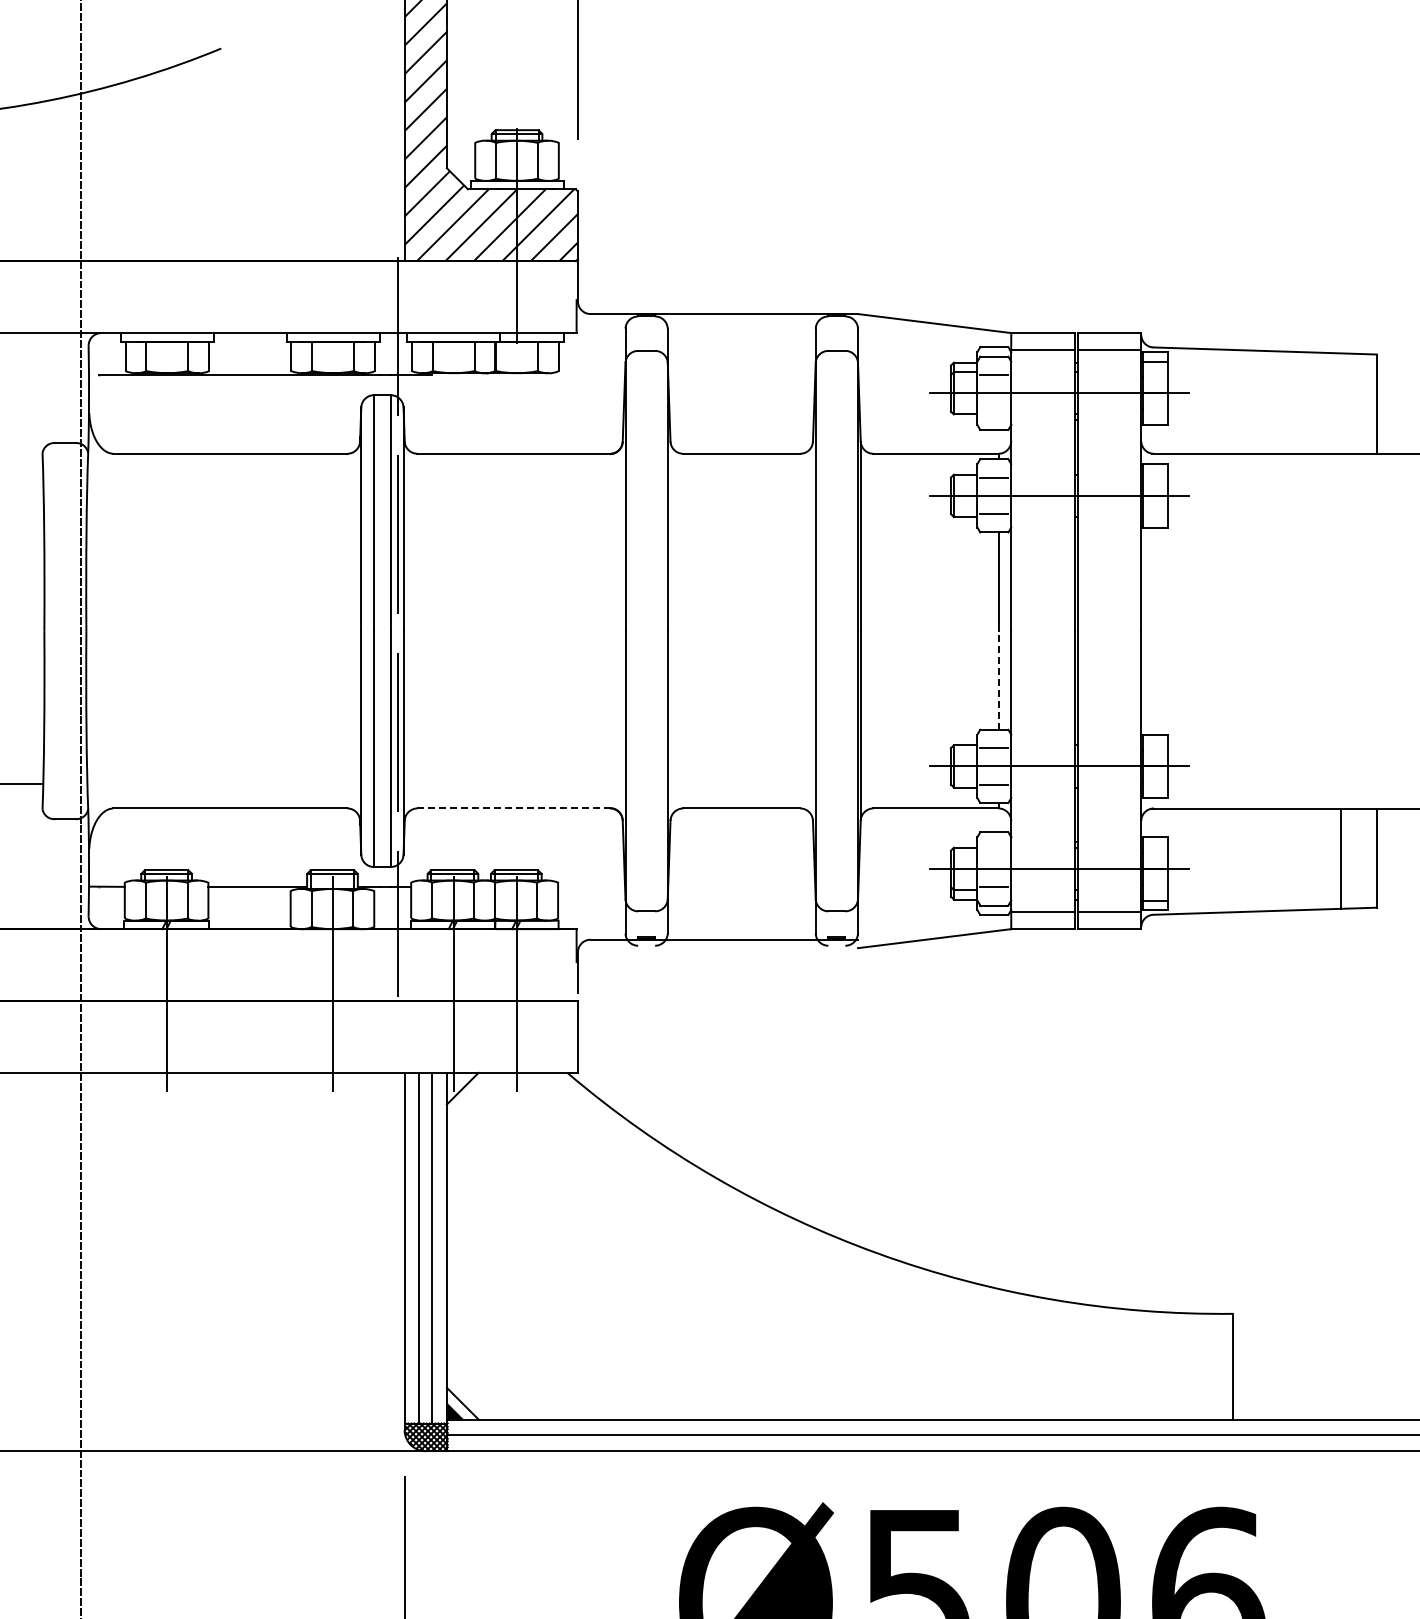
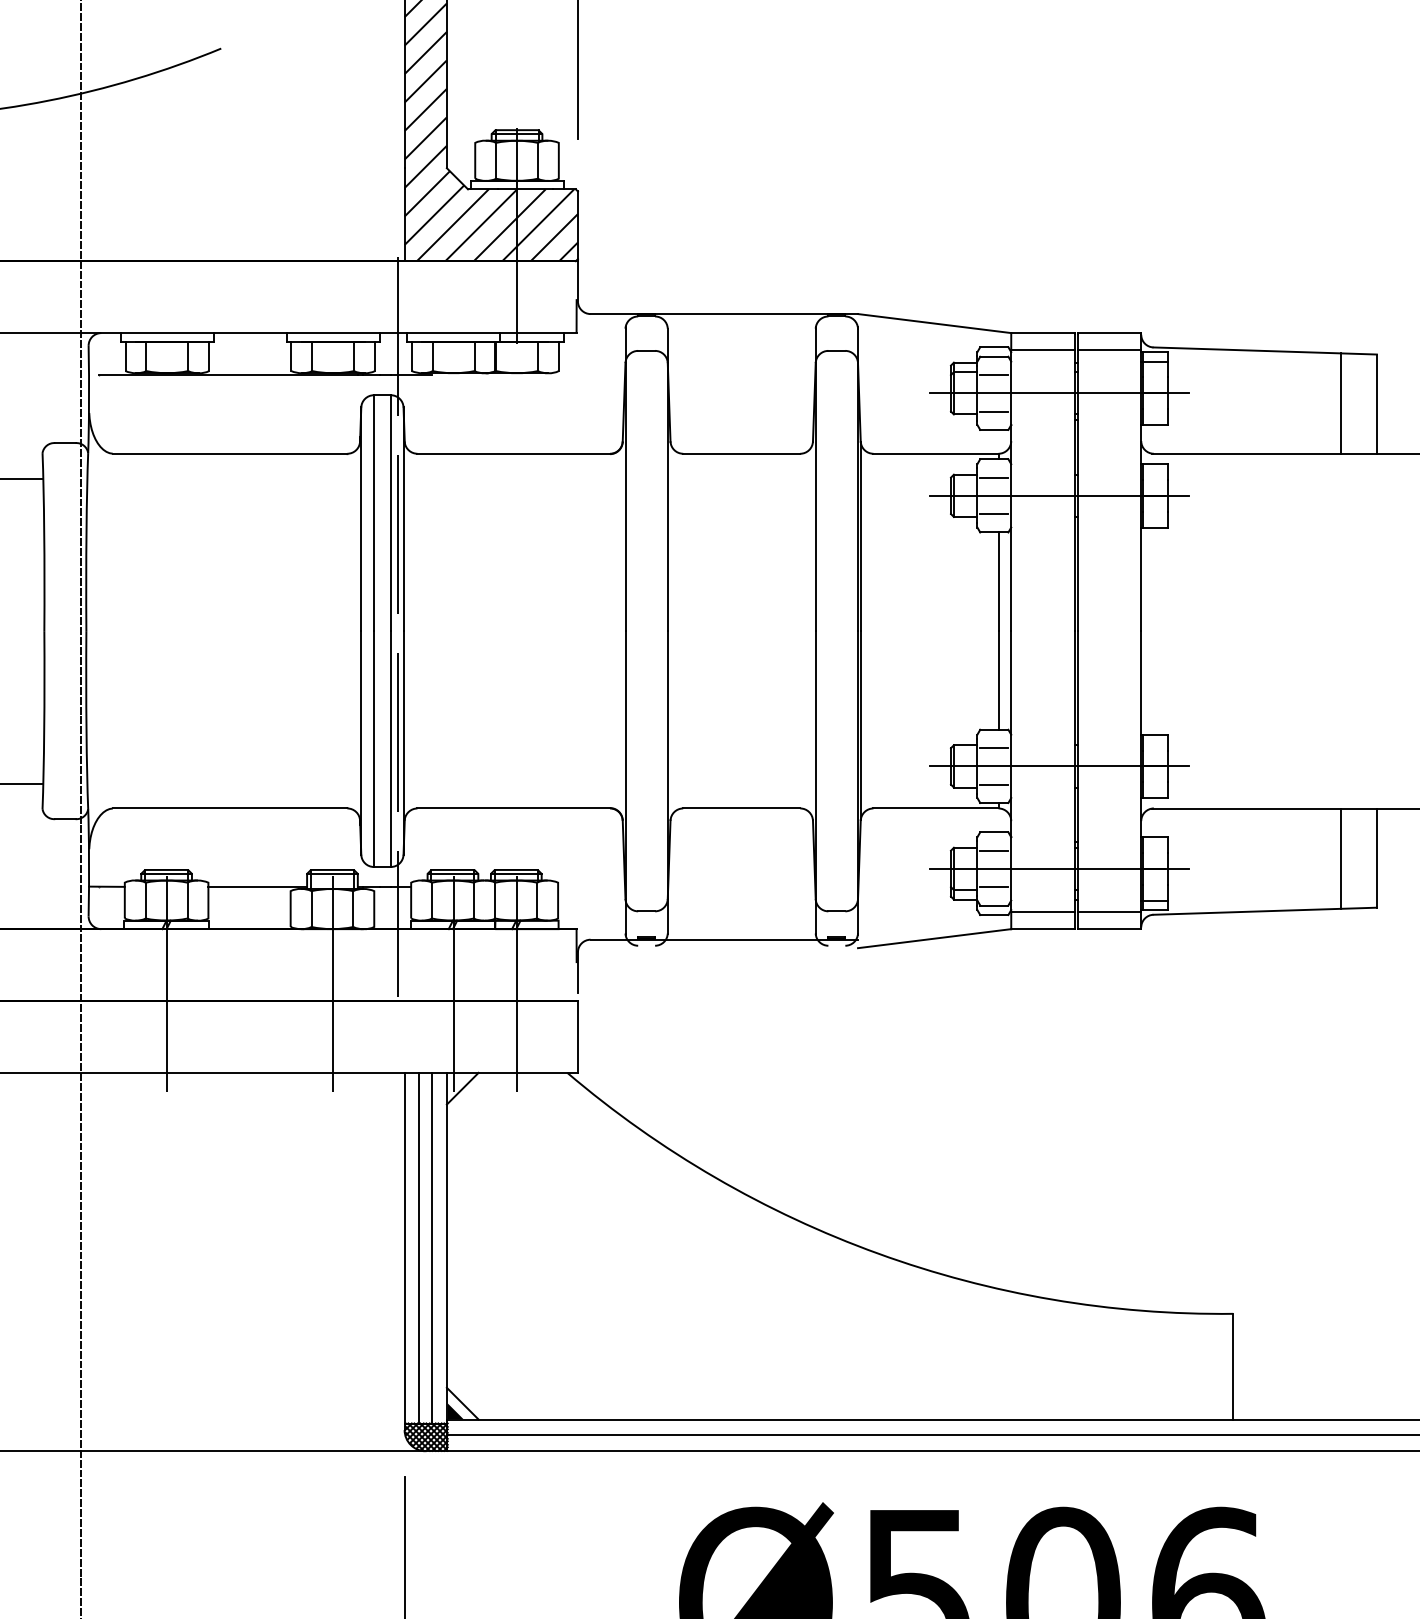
line at (1340, 403): none -> present
line at (994, 411): none -> present
line at (22, 478): none -> present
line at (998, 679): dashed -> solid
line at (514, 808): dashed -> solid
line at (994, 850): none -> present
